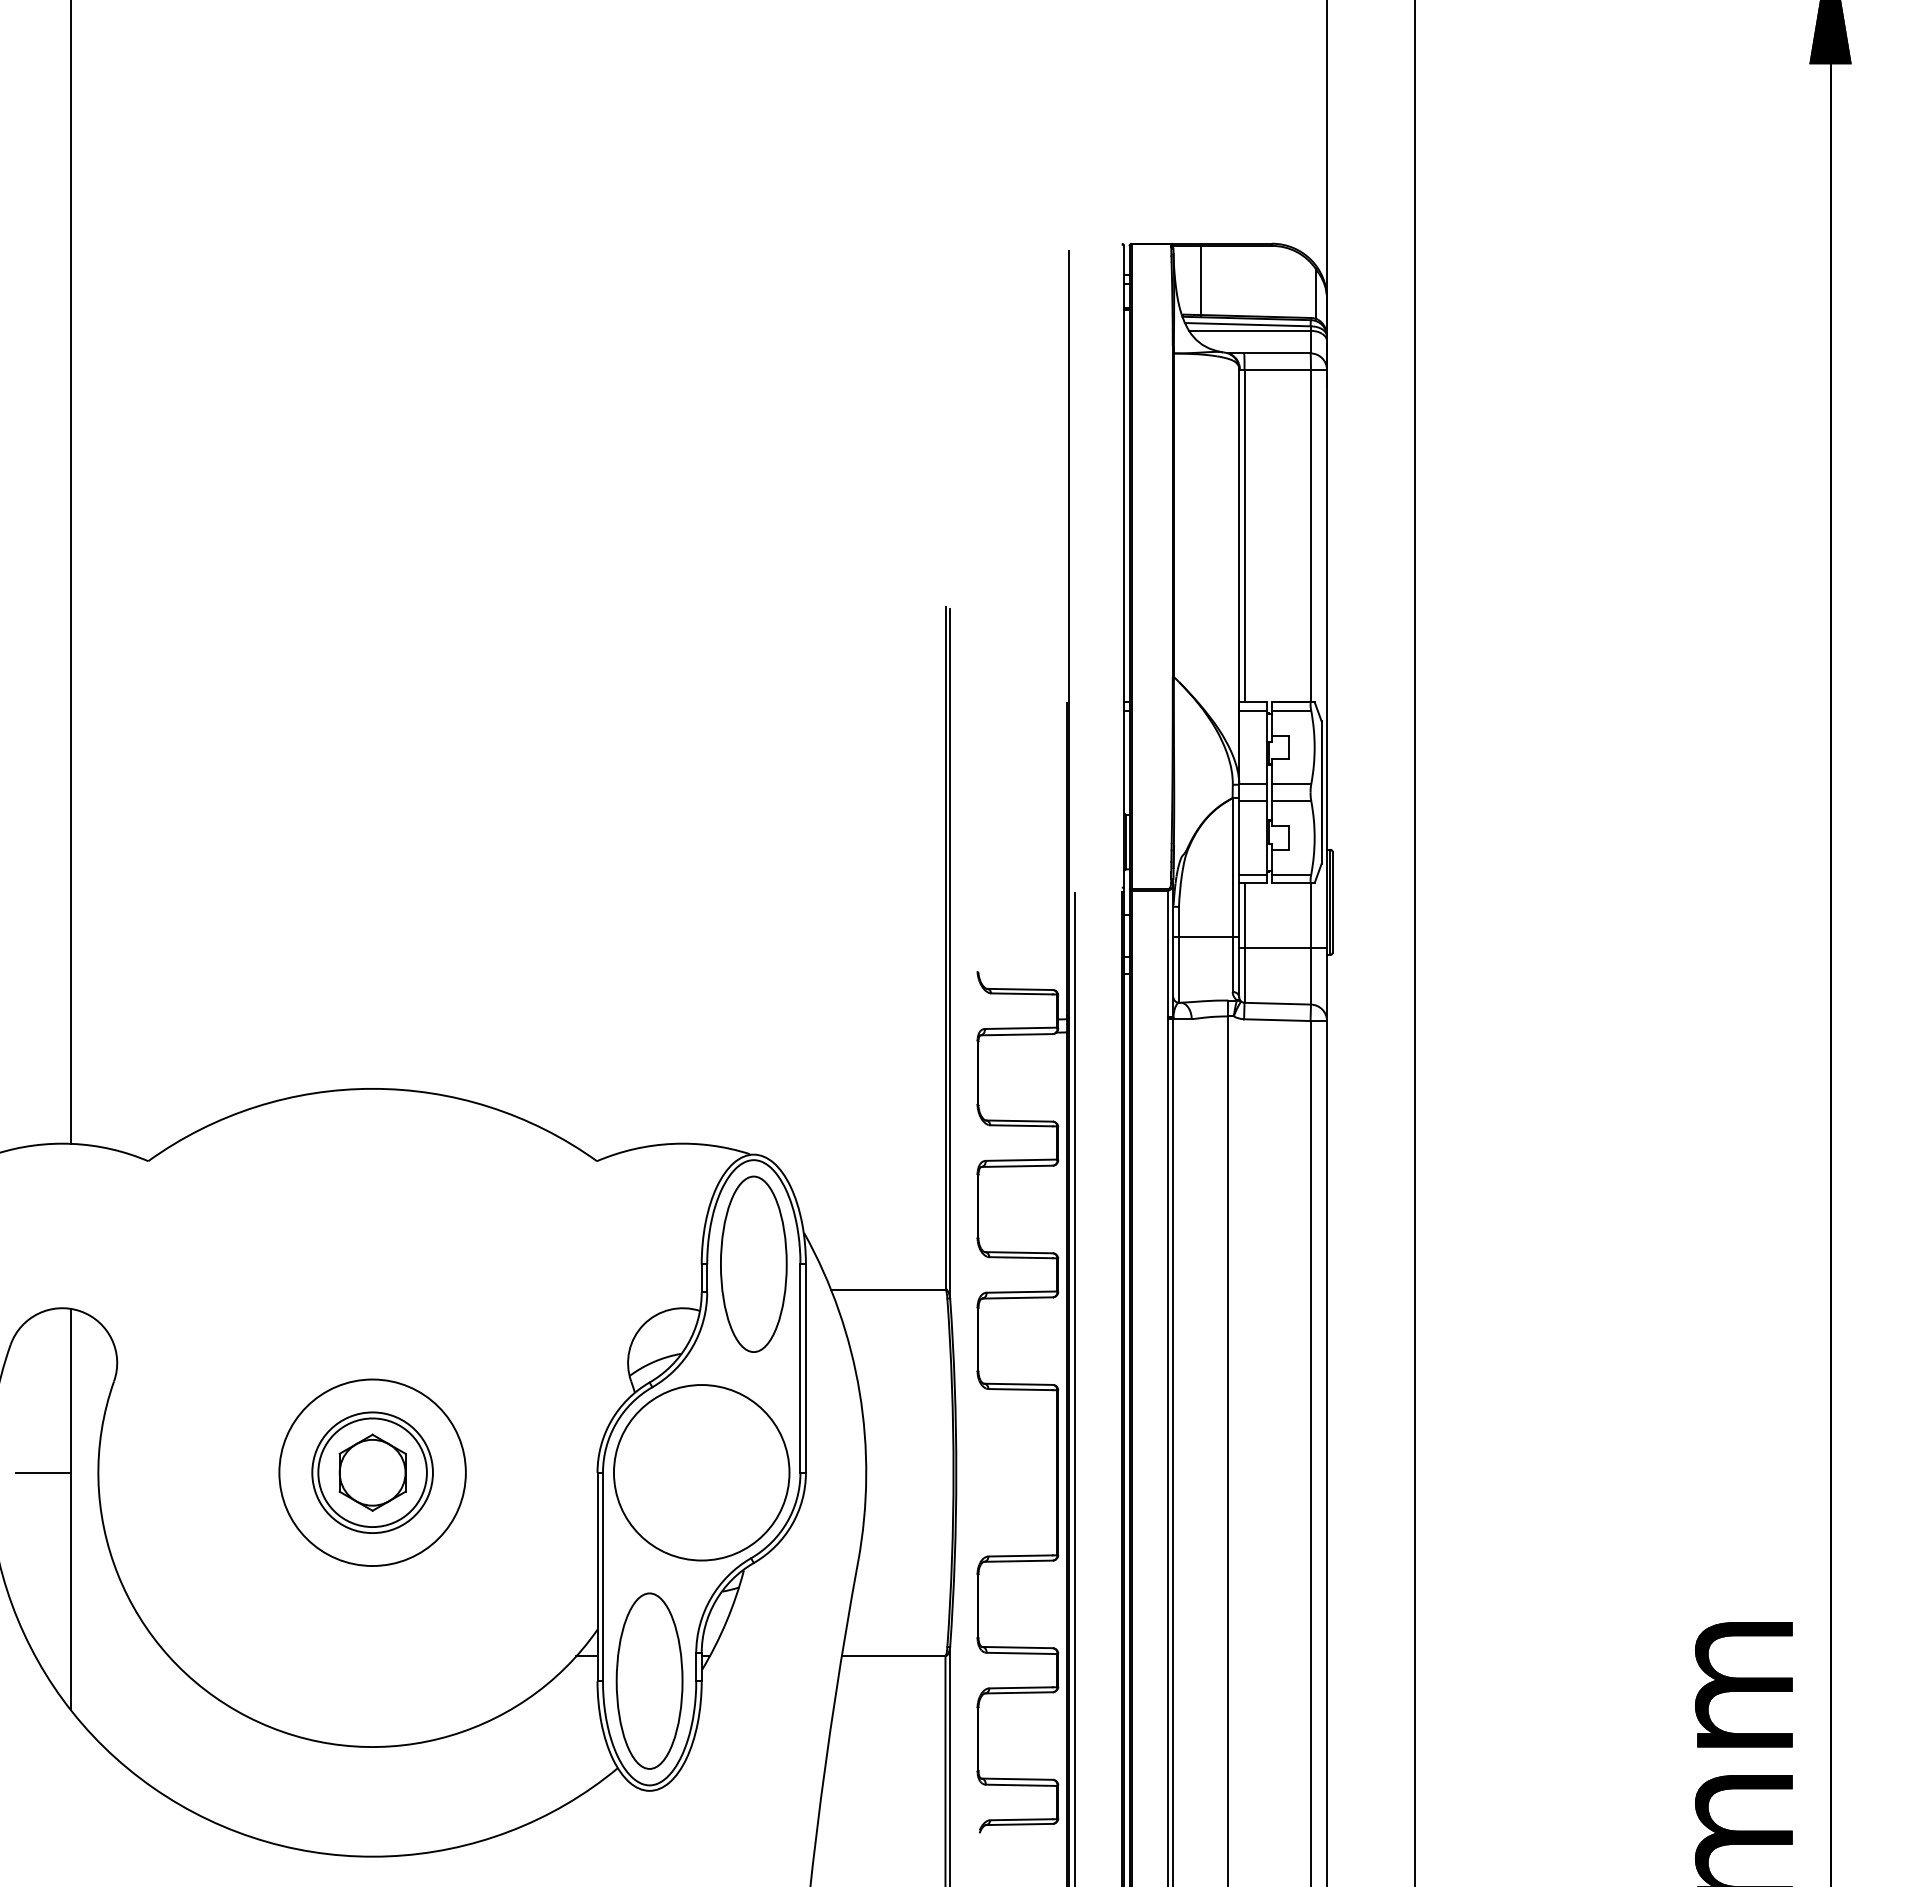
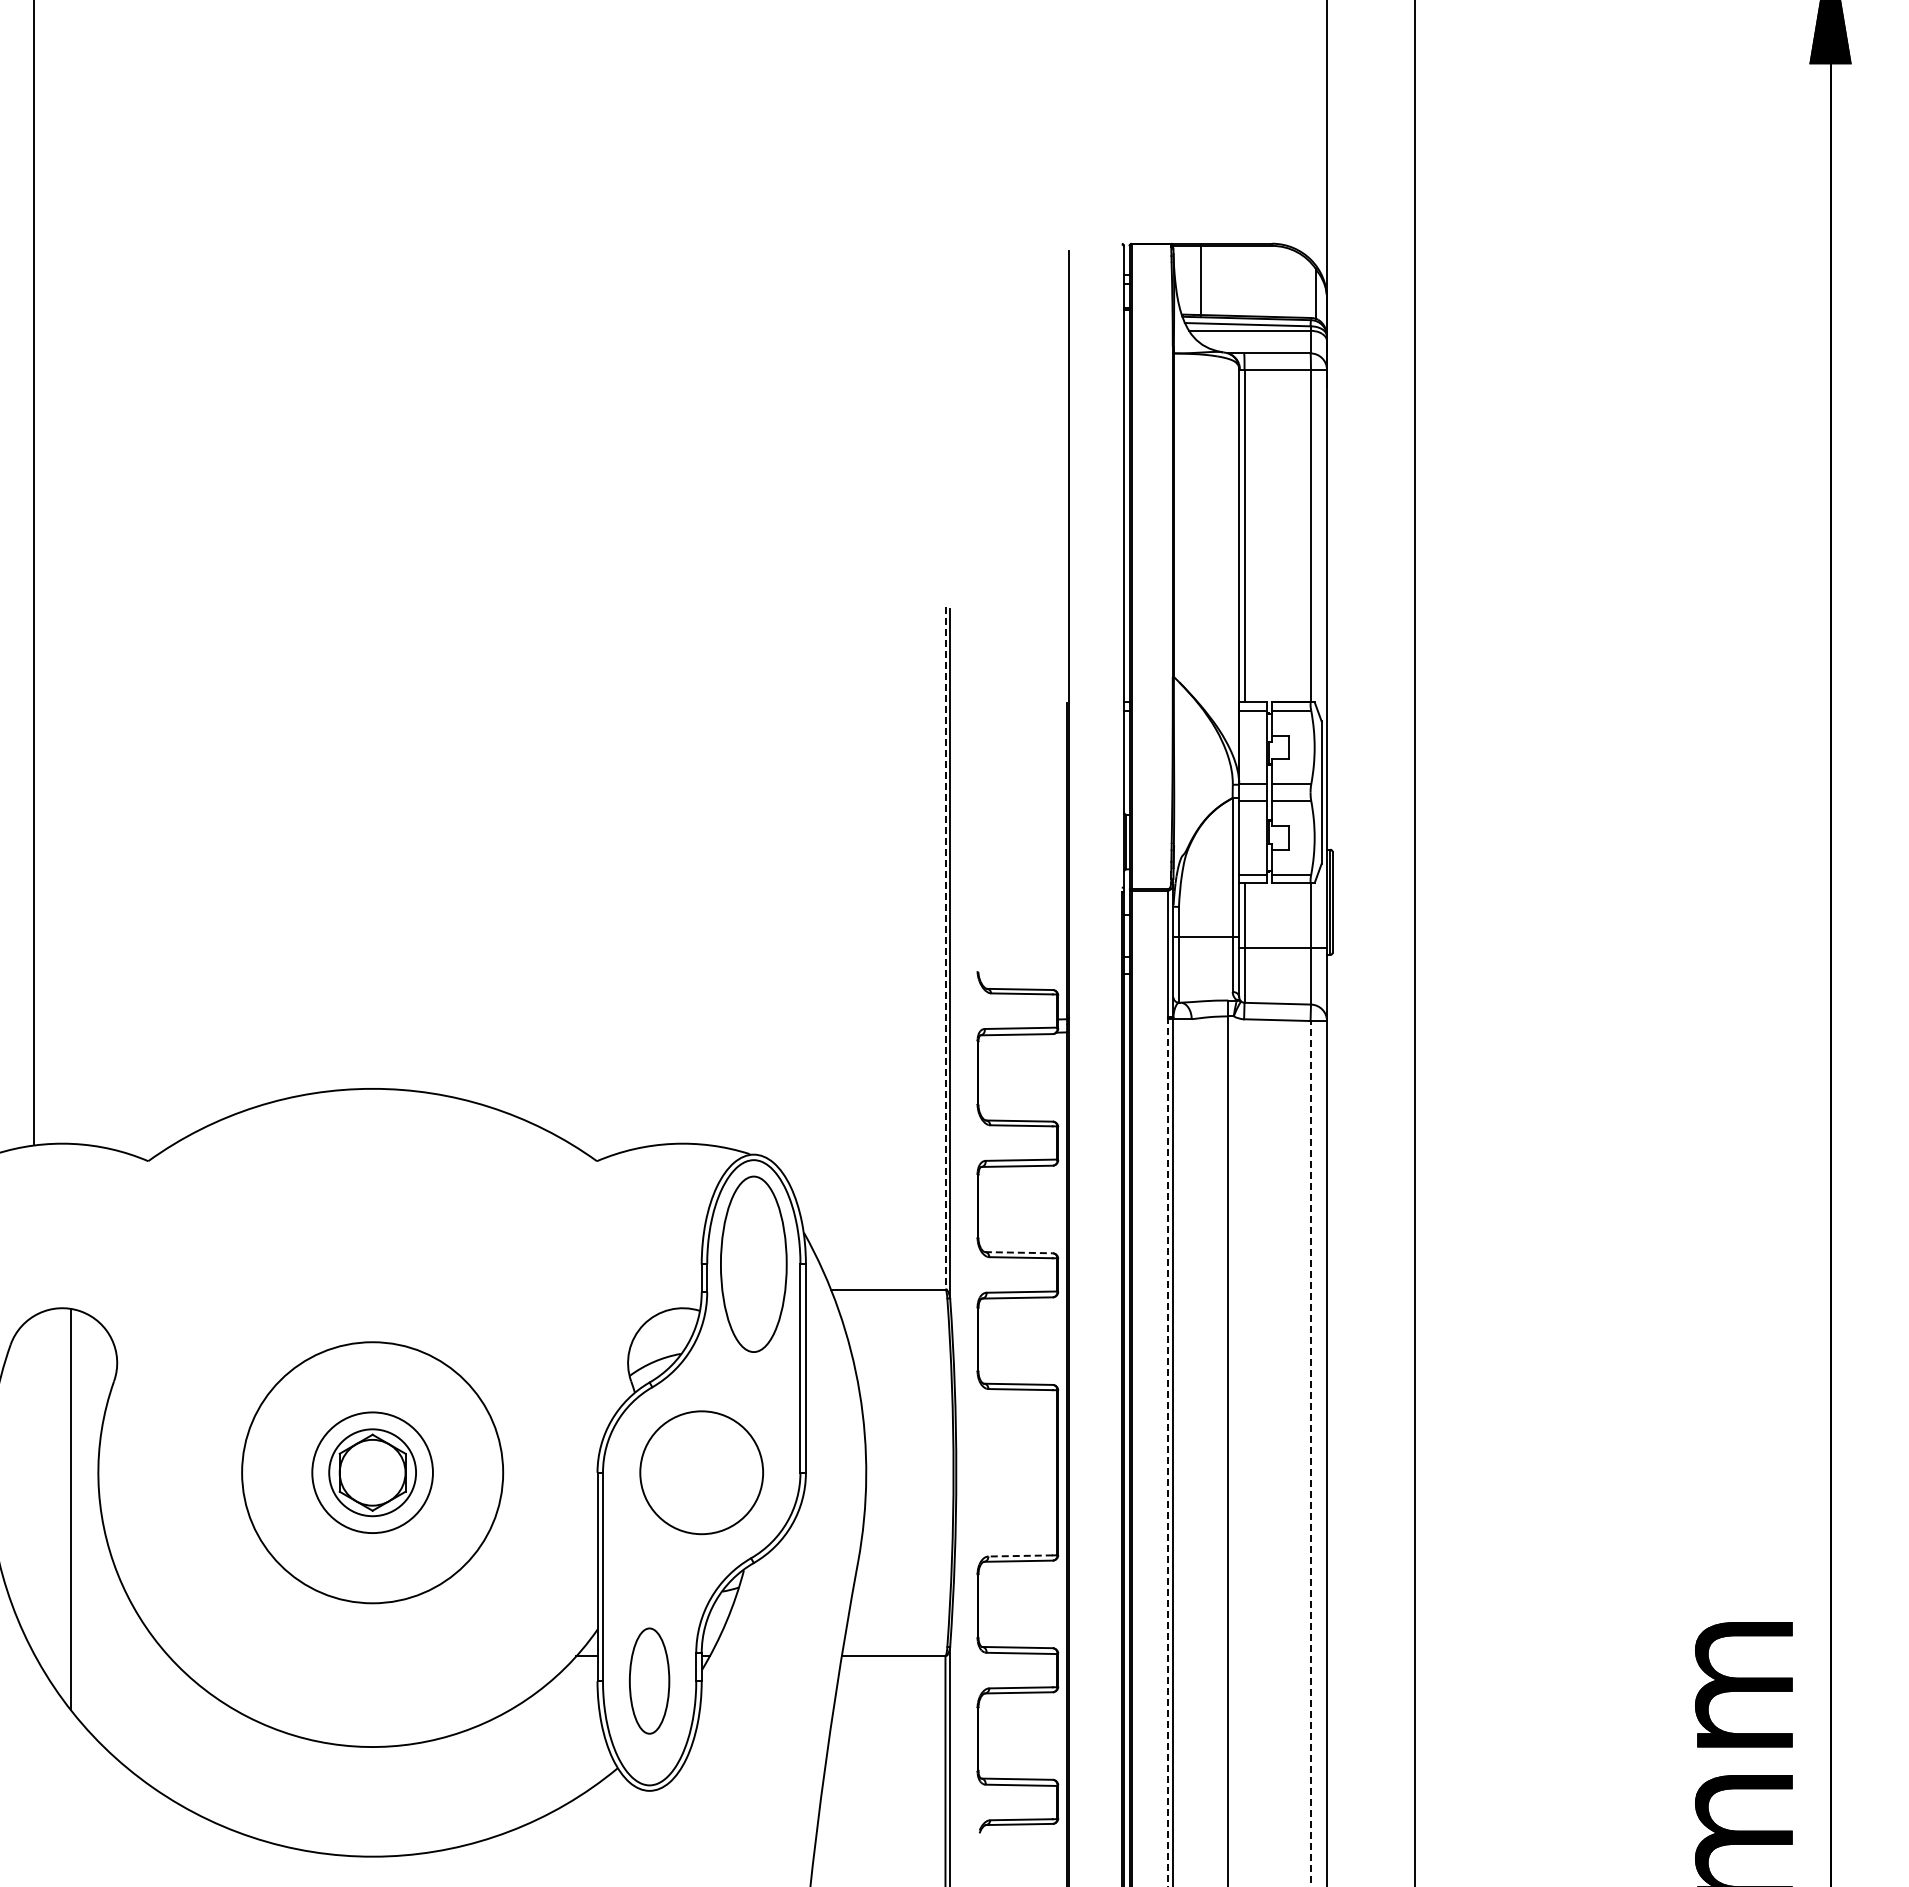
line at (70, 572) position: (70, 572) -> (33, 572)
line at (945, 948): solid -> dashed
line at (1018, 1252): solid -> dashed
line at (1074, 1387): present -> none
line at (1168, 1452): solid -> dashed
line at (1310, 1453): solid -> dashed
line at (43, 1472): present -> none
circle at (372, 1472) diameter: 109 px -> 87 px
circle at (372, 1472) diameter: 186 px -> 261 px
circle at (701, 1472) diameter: 176 px -> 123 px
line at (1020, 1555): solid -> dashed
part at (649, 1680) size: 69x178 px -> 43x108 px
